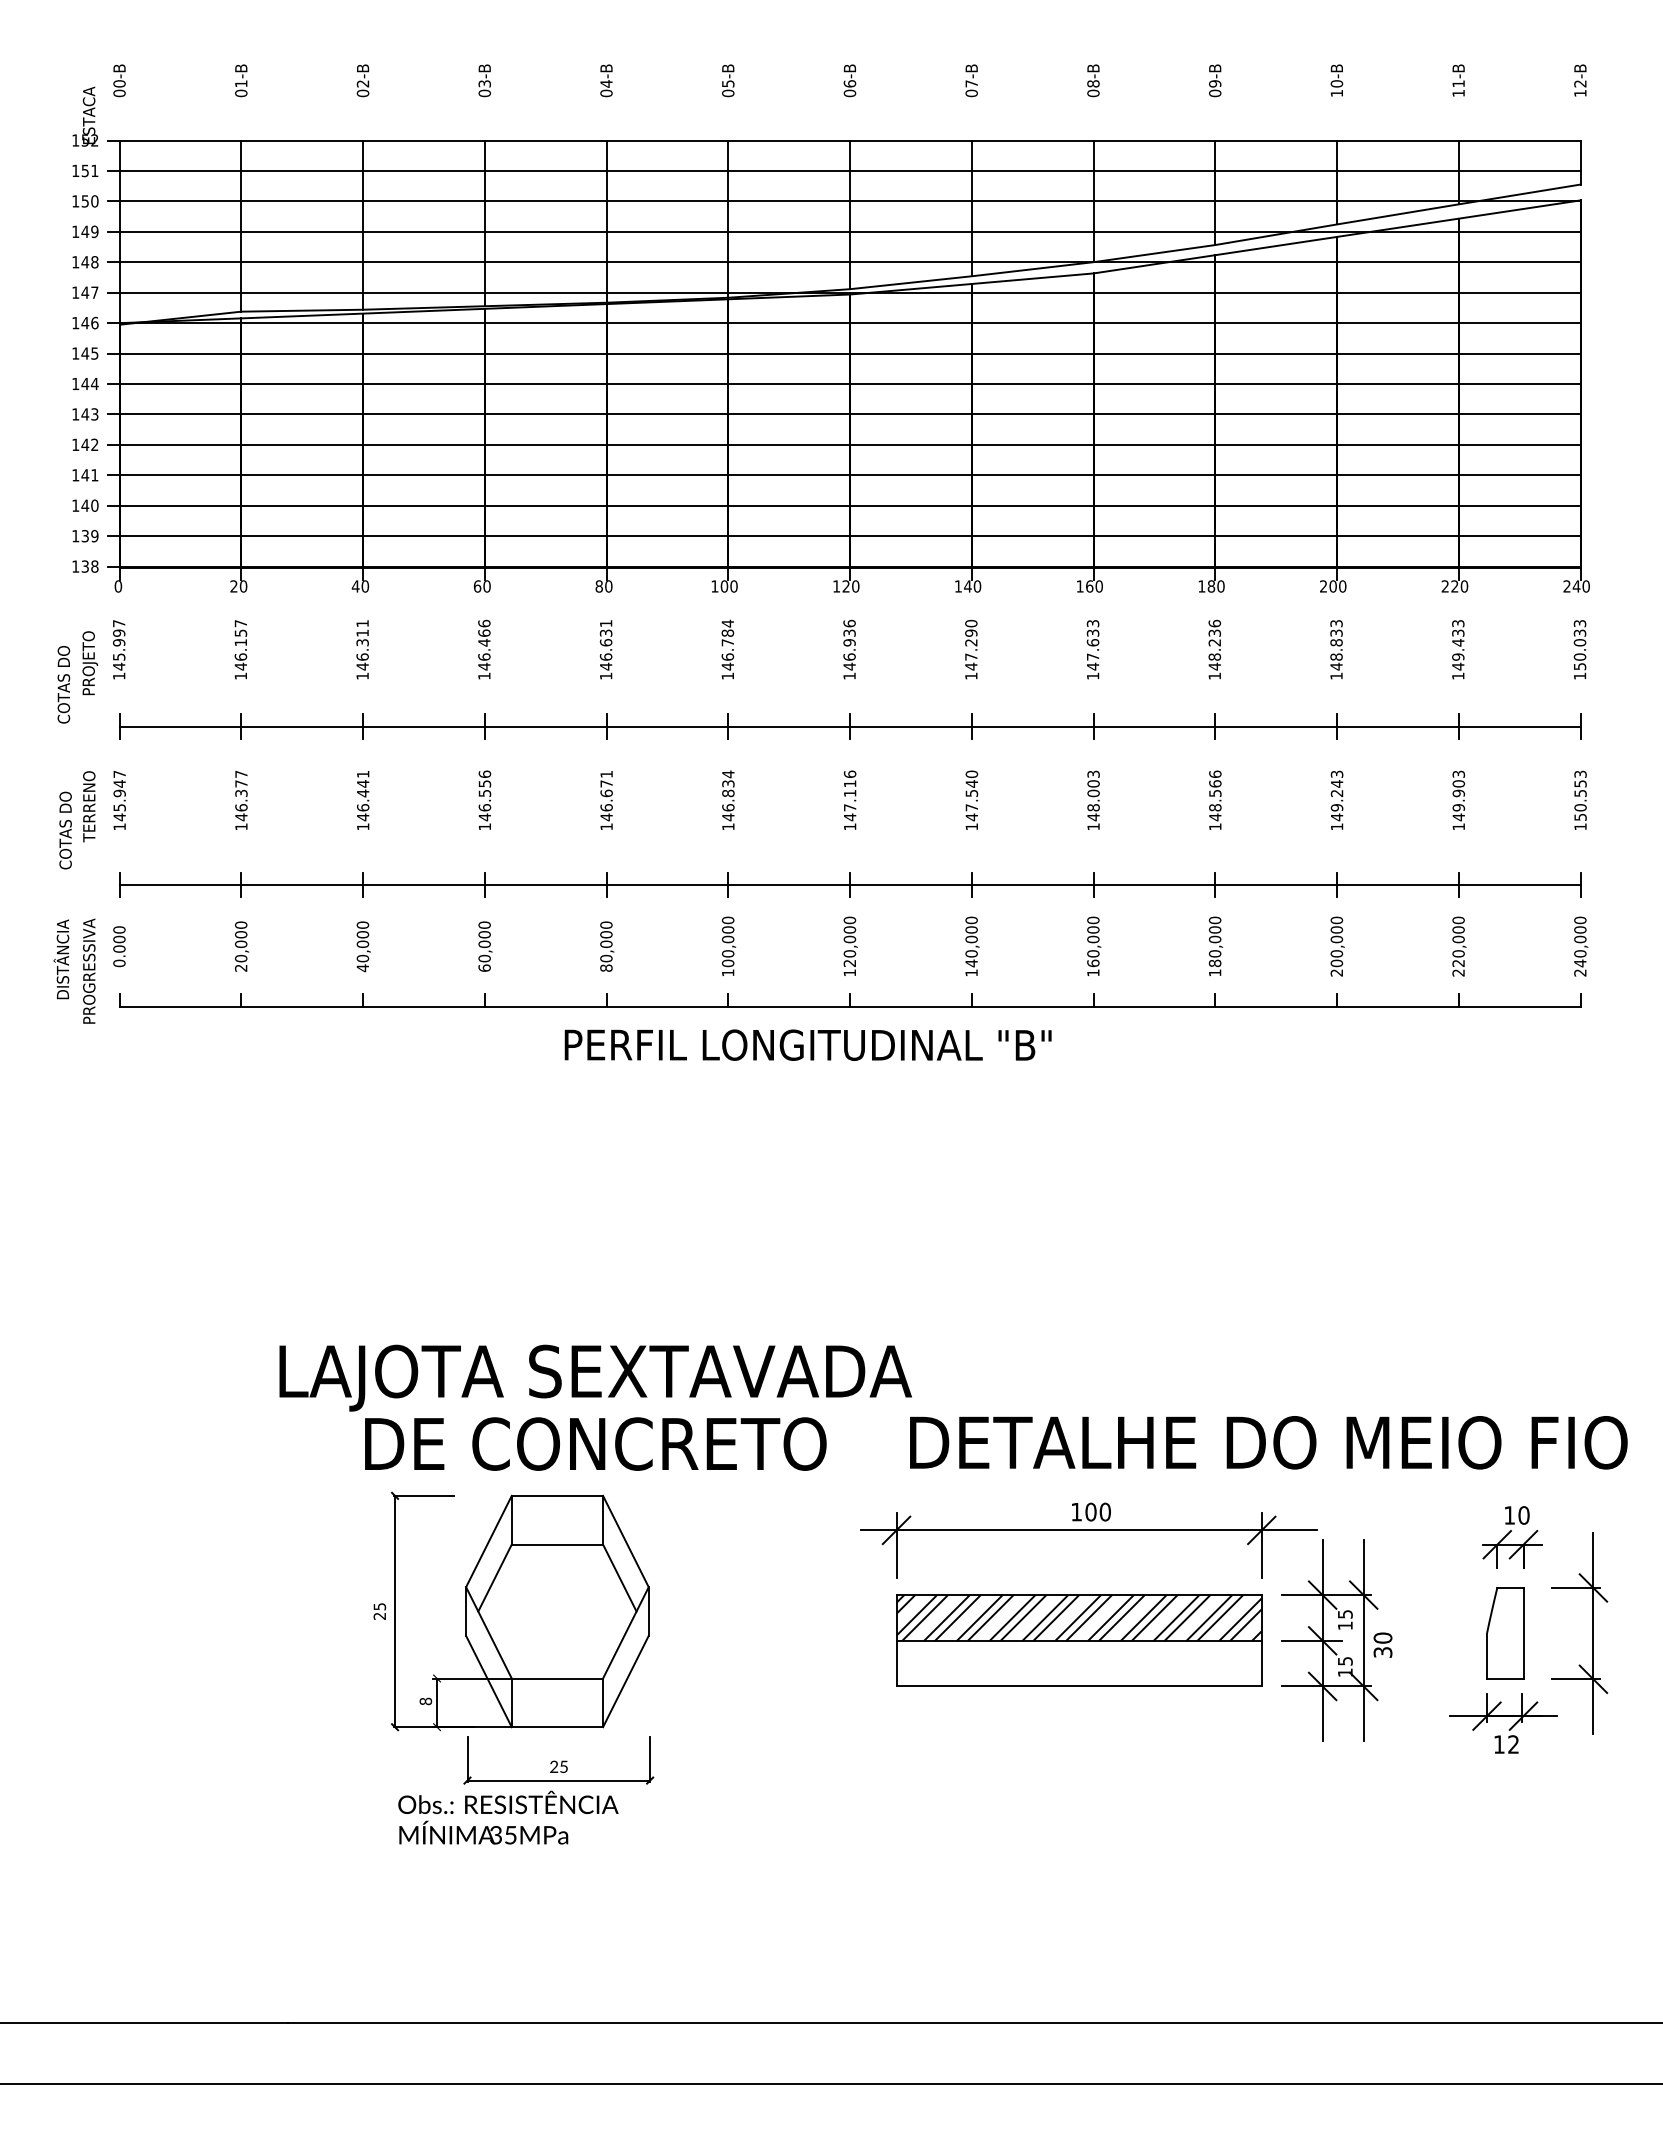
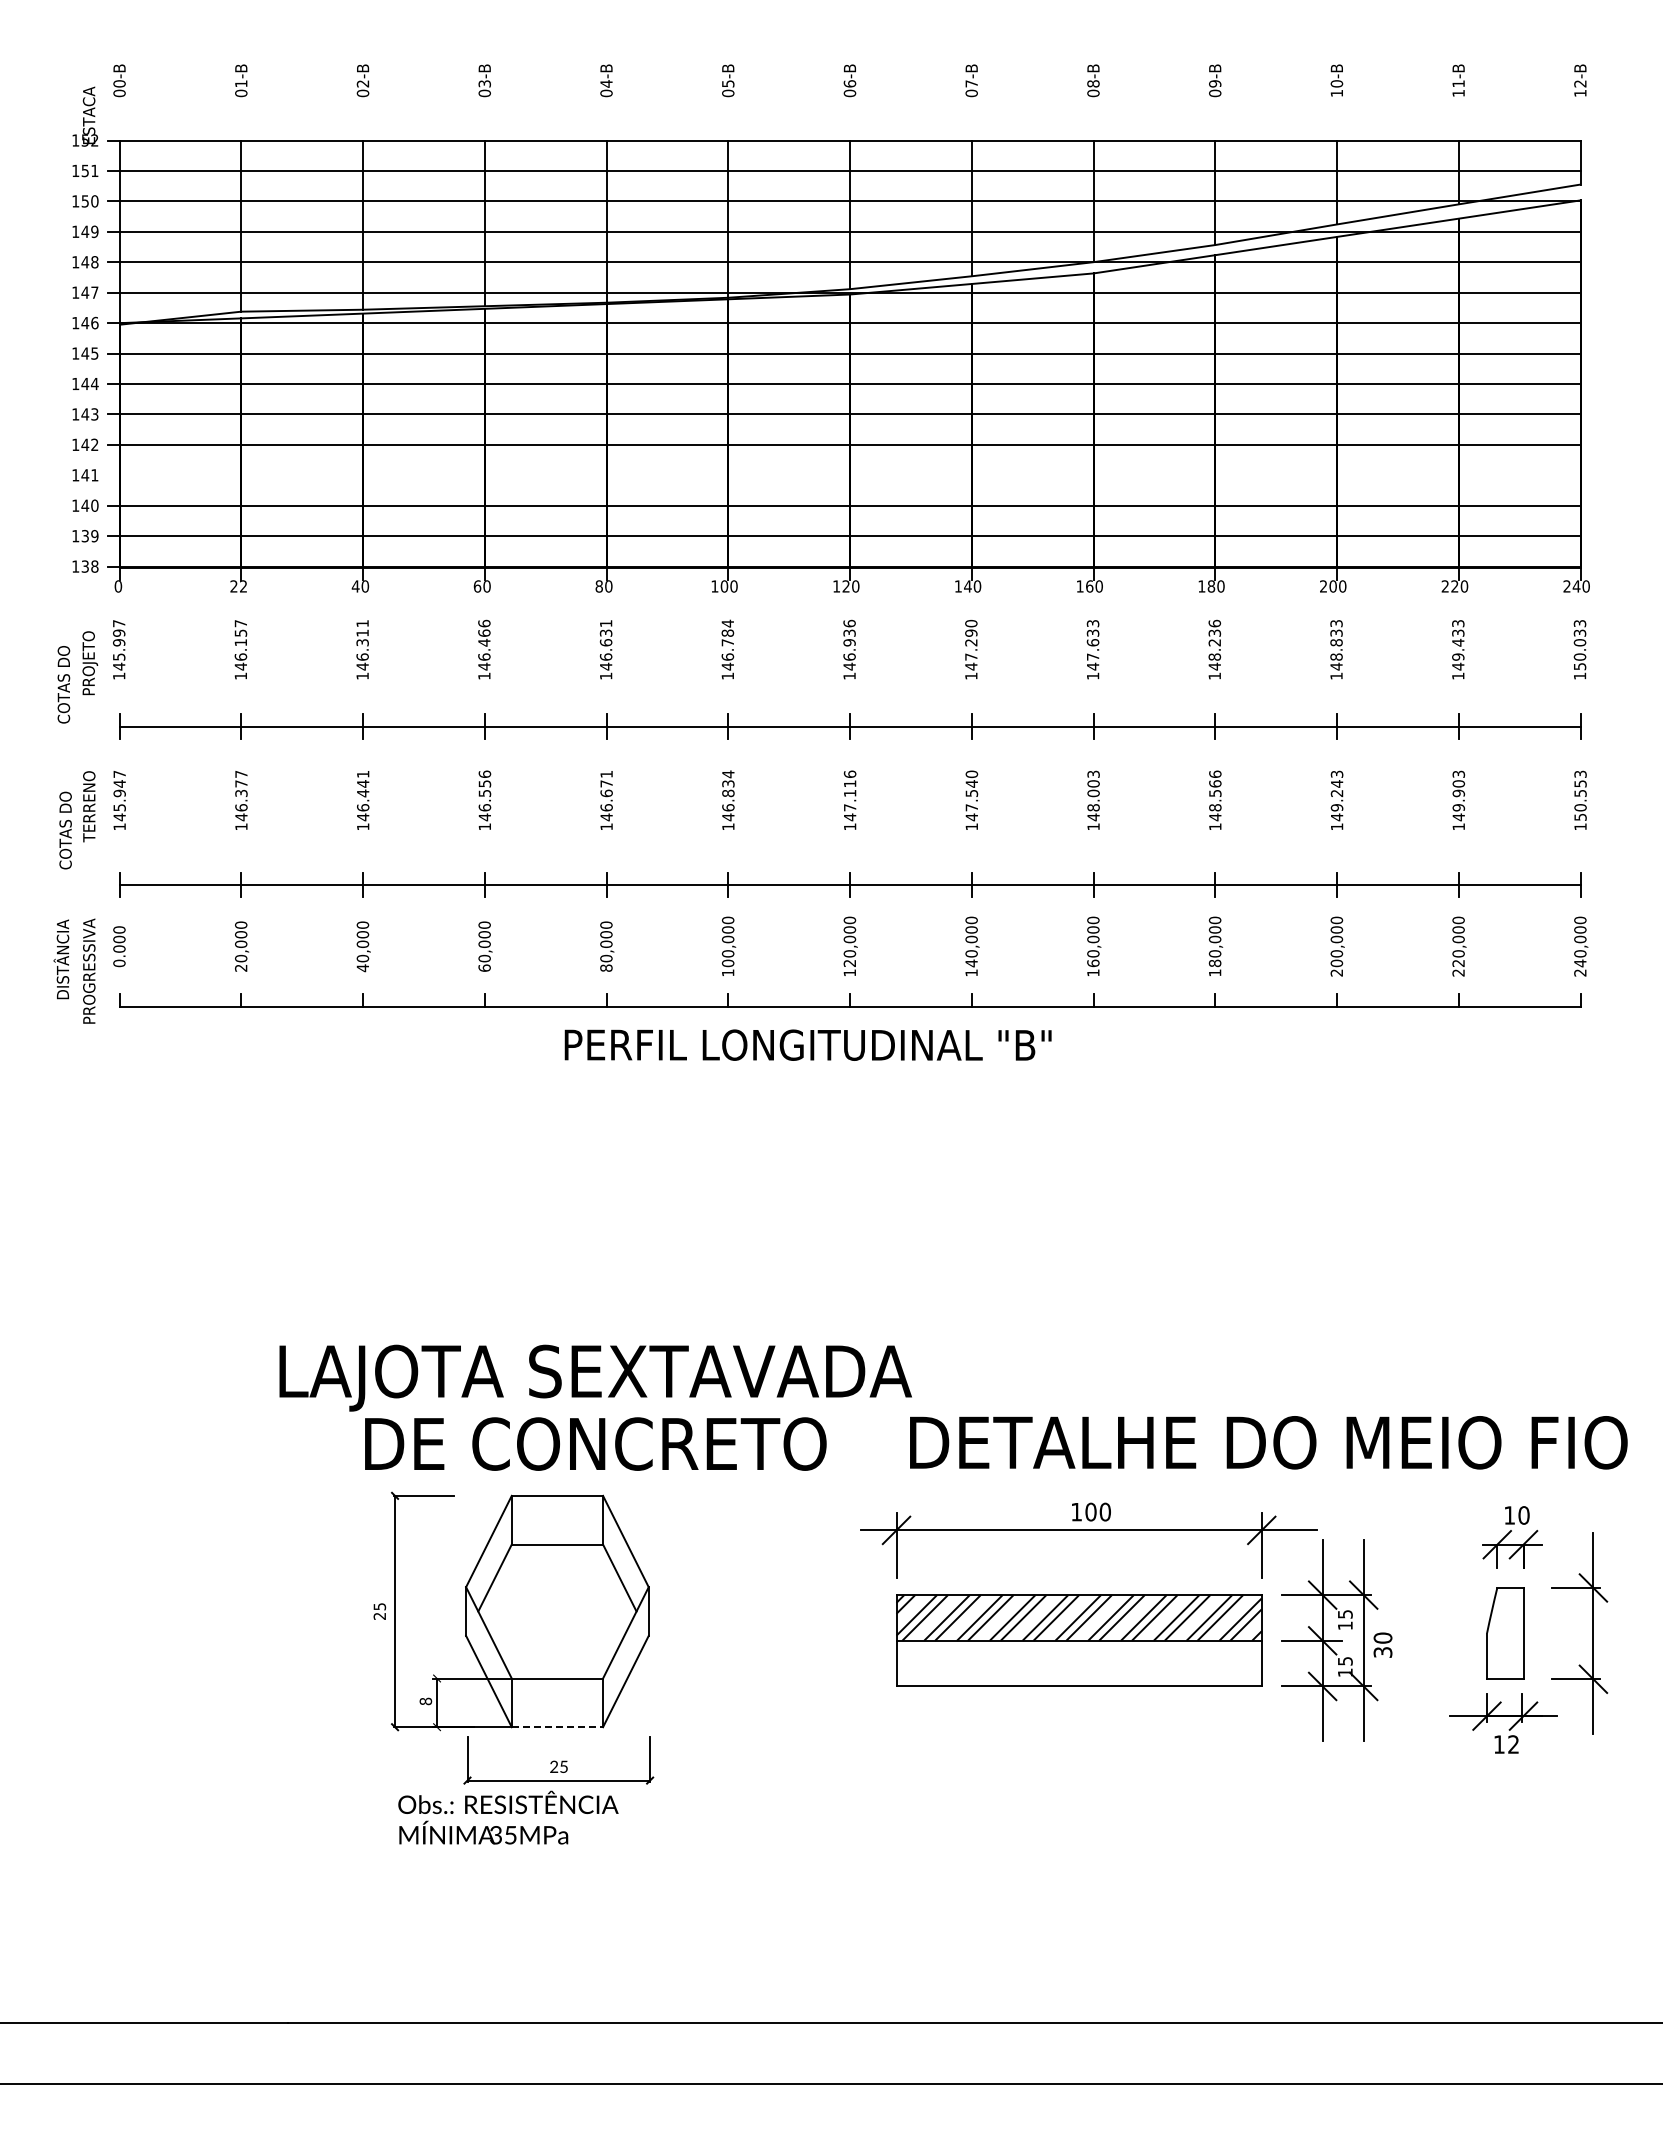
line at (843, 475): present -> none
text at (243, 586): 20 -> 22
line at (557, 1727): solid -> dashed
